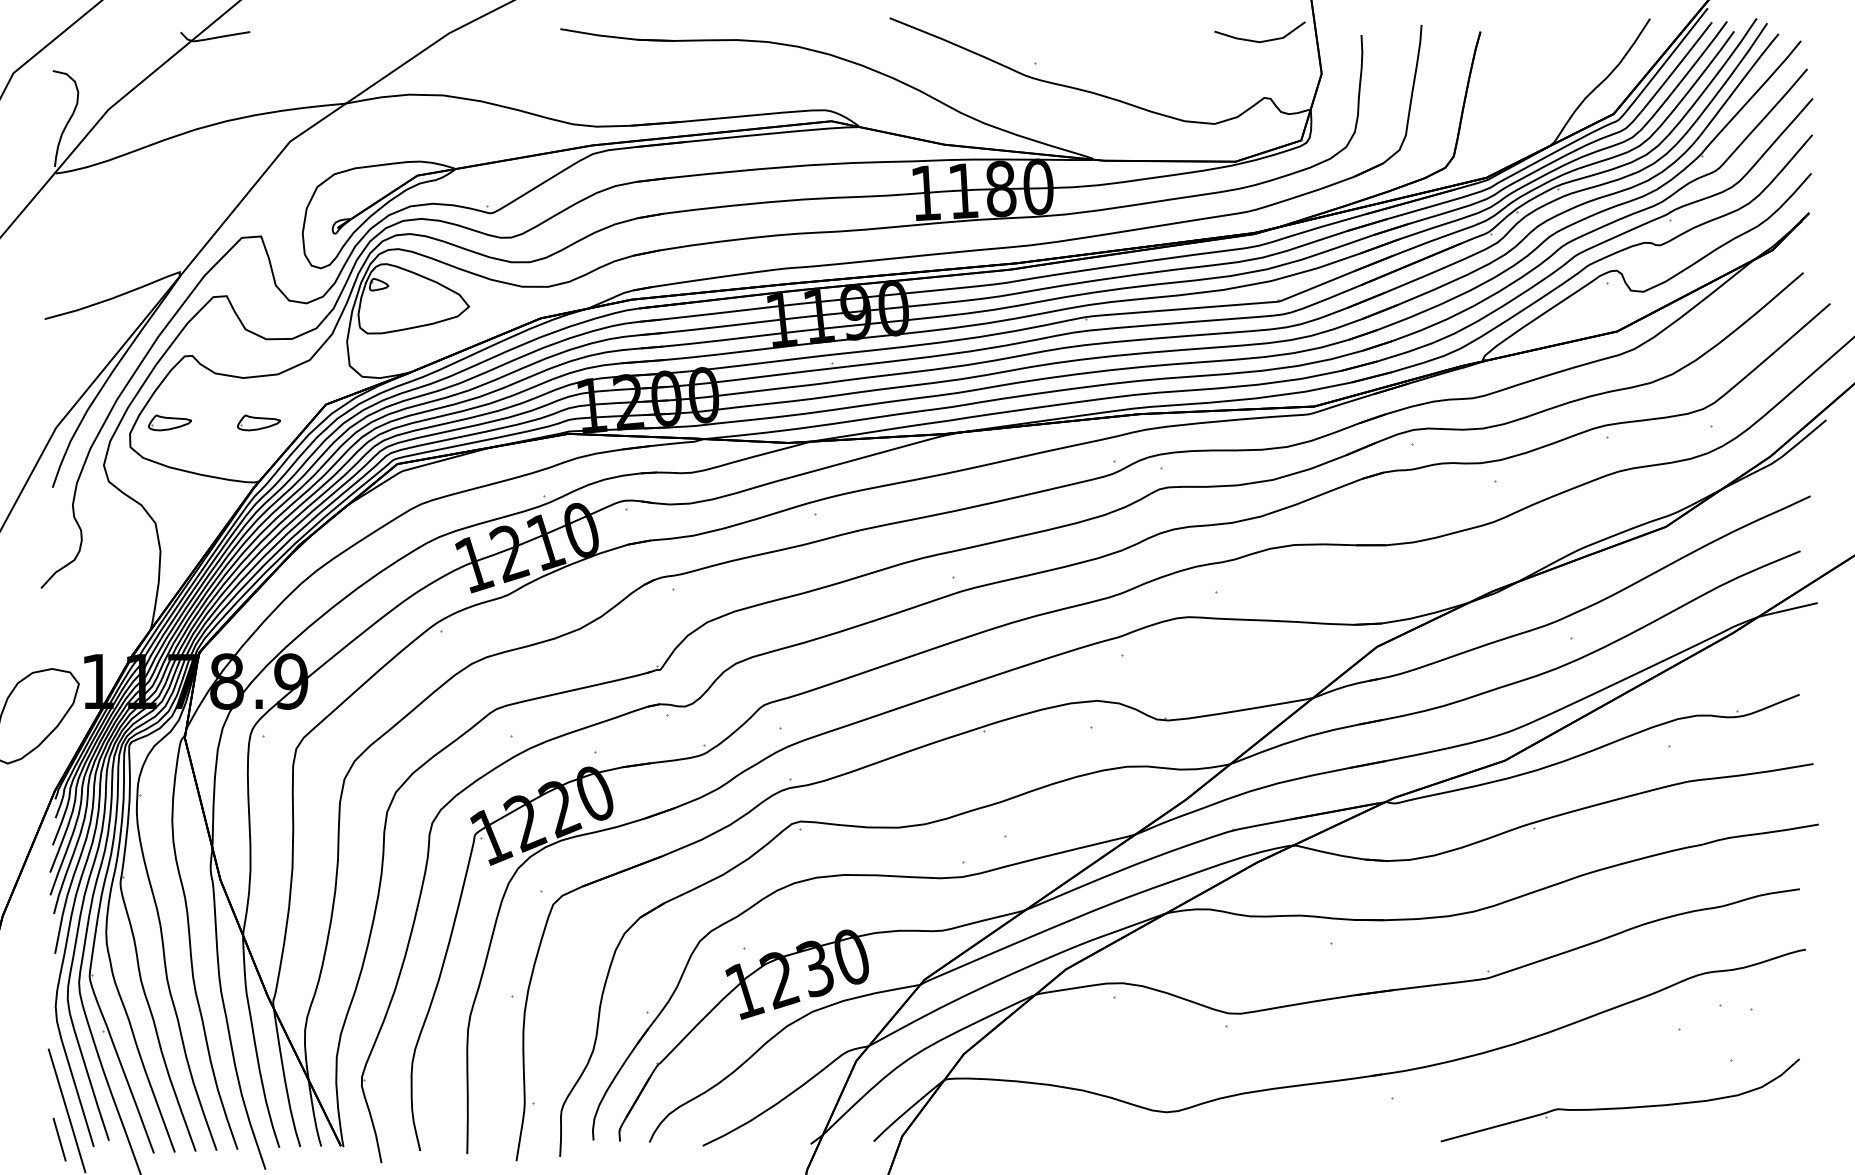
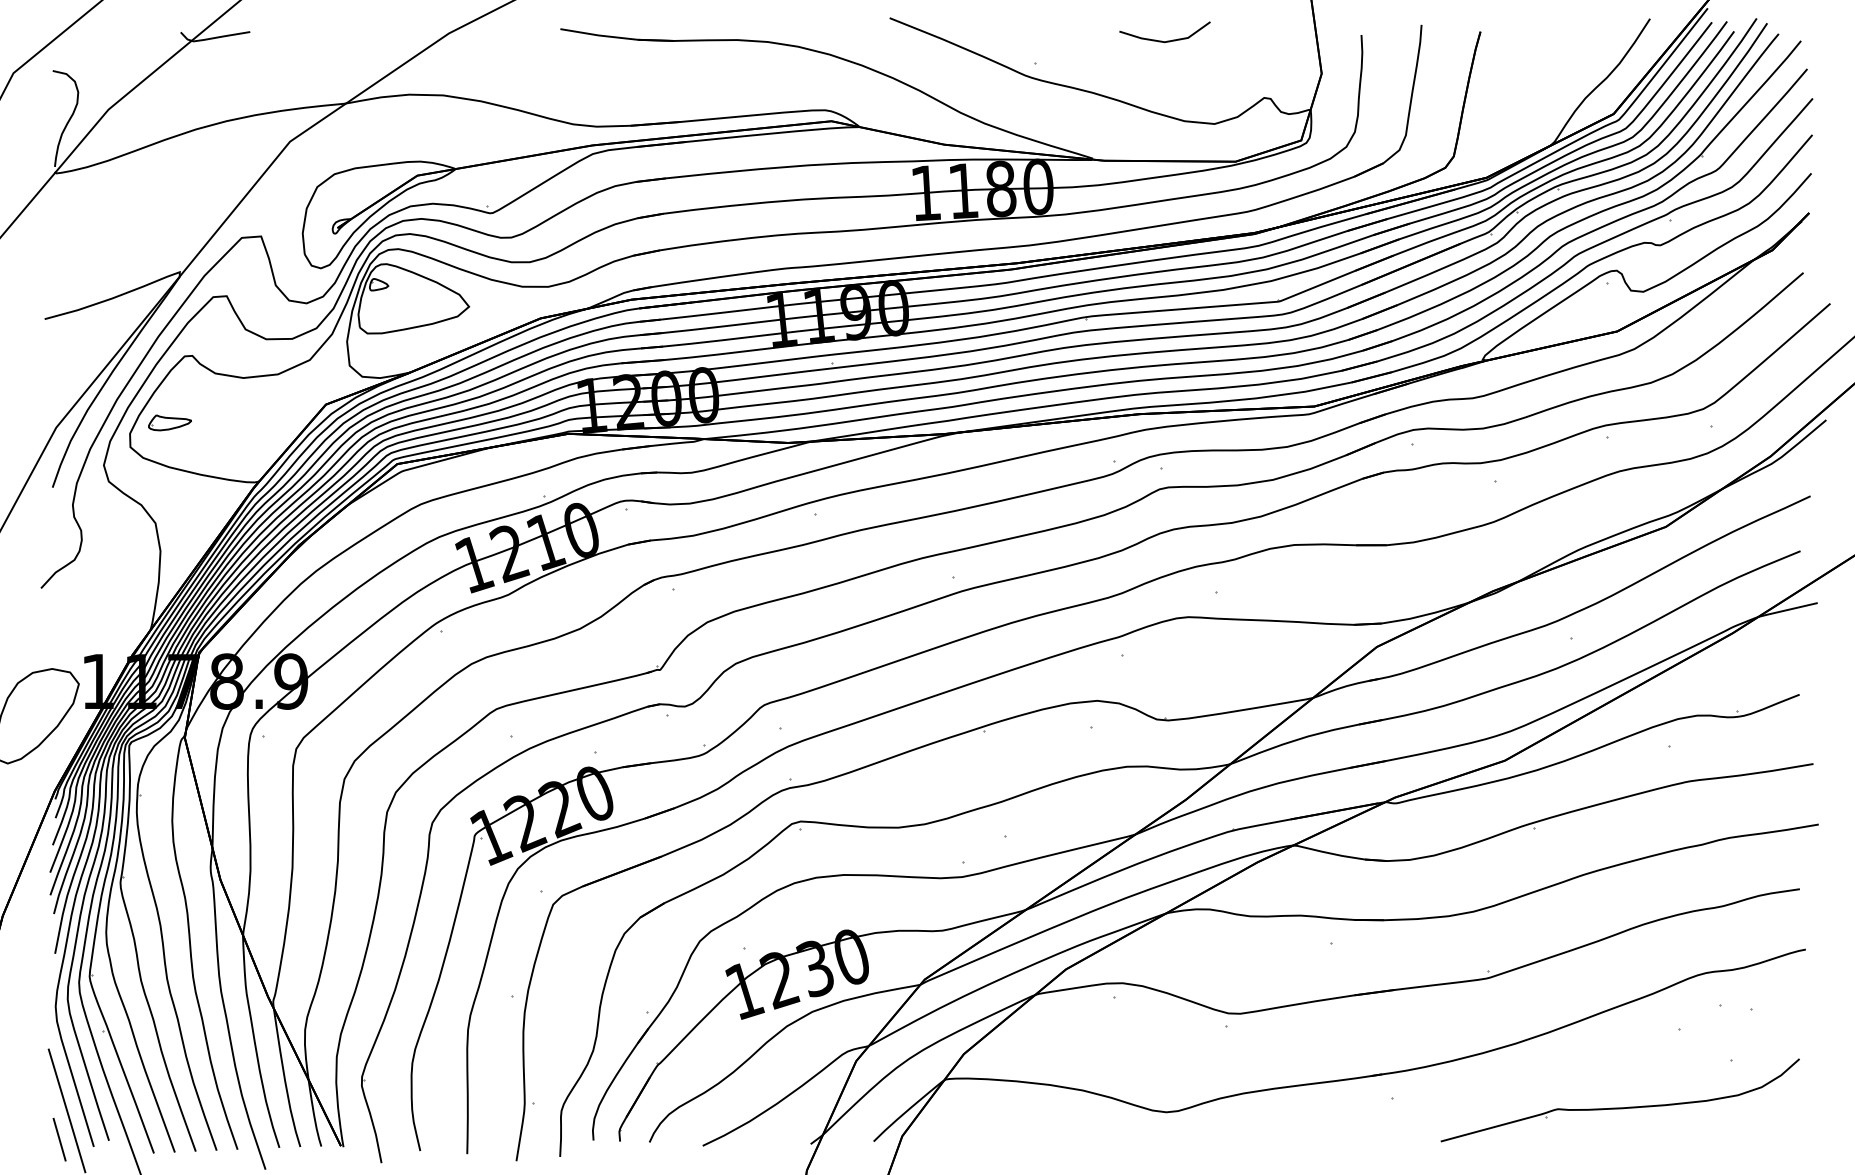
line at (1256, 40) position: (1256, 40) -> (1161, 40)
part at (258, 422): present -> none
